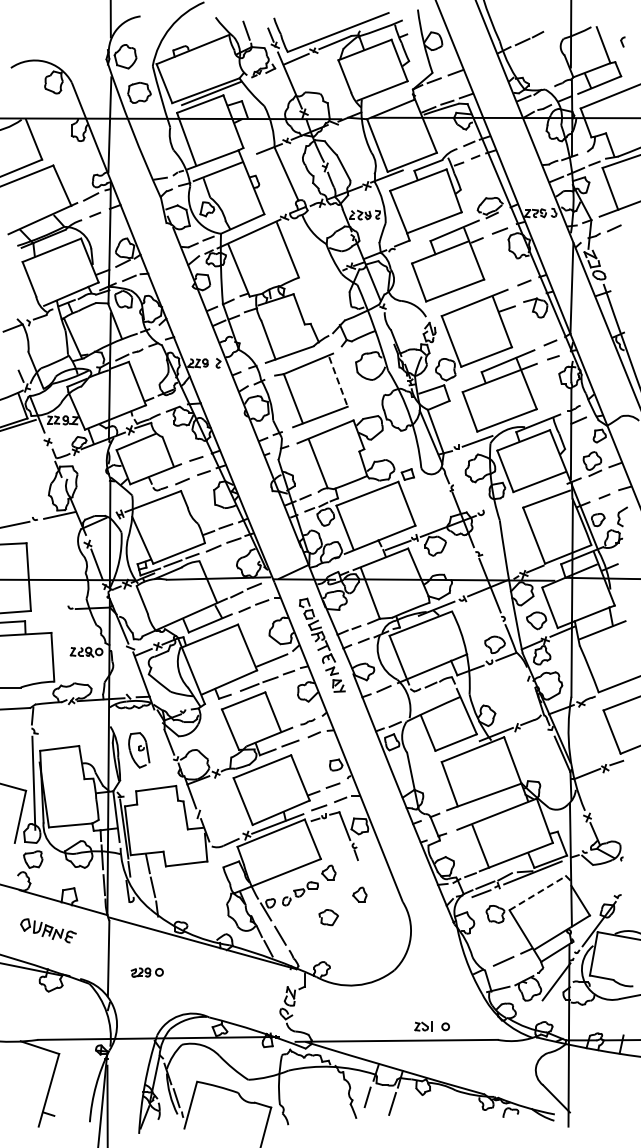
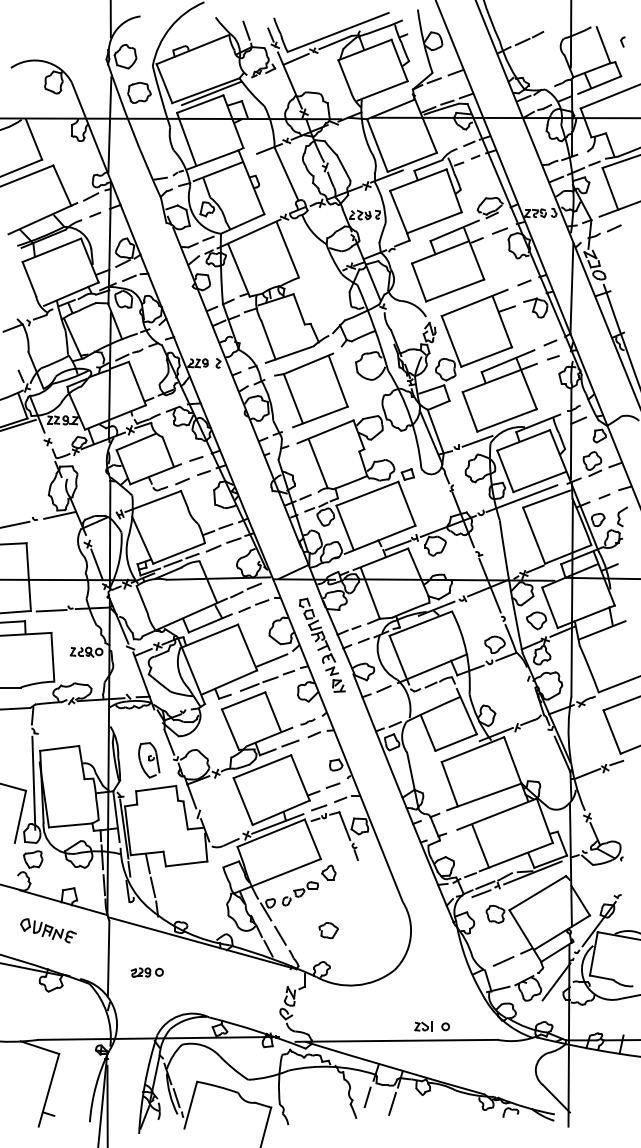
line at (338, 381): dashed -> solid
line at (521, 498): none -> present
line at (51, 610): none -> present
part at (139, 750) position: (139, 750) -> (149, 760)
line at (538, 892): dashed -> solid
part at (359, 894): present -> none
part at (328, 917) position: (328, 917) -> (328, 930)
